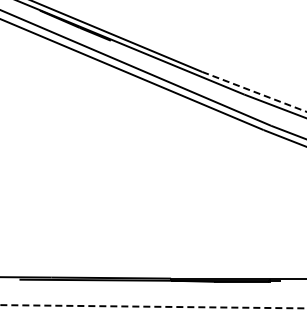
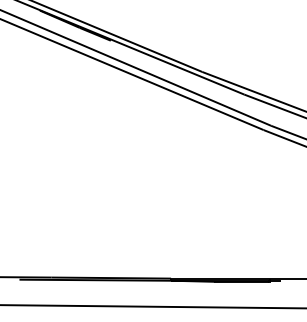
line at (254, 91): dashed -> solid
line at (153, 306): dashed -> solid
